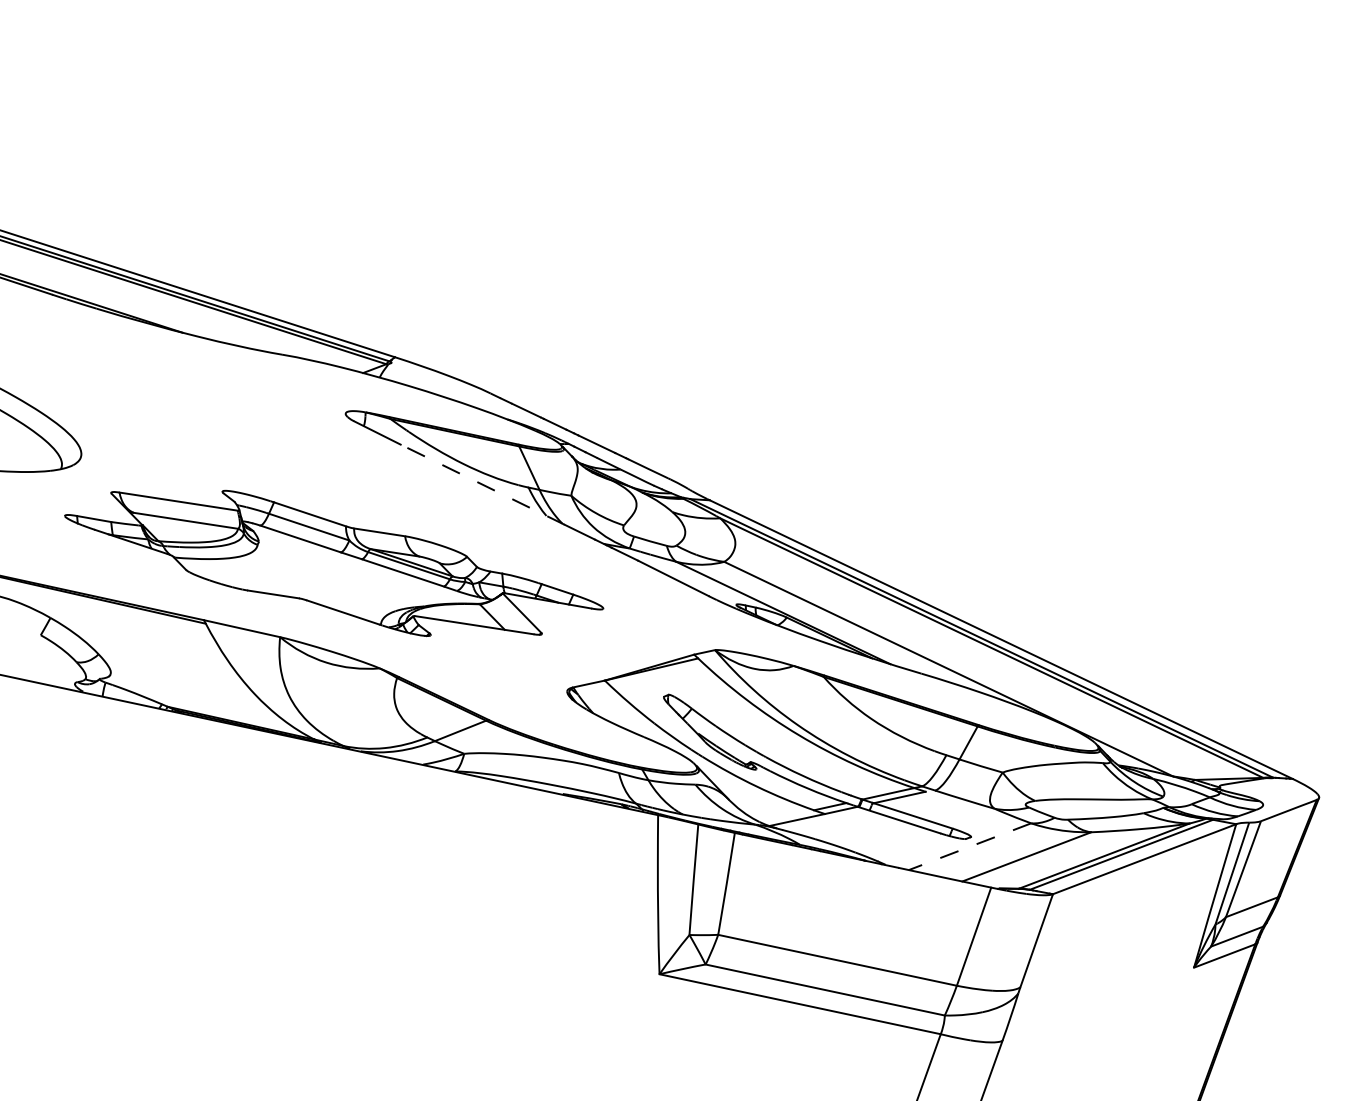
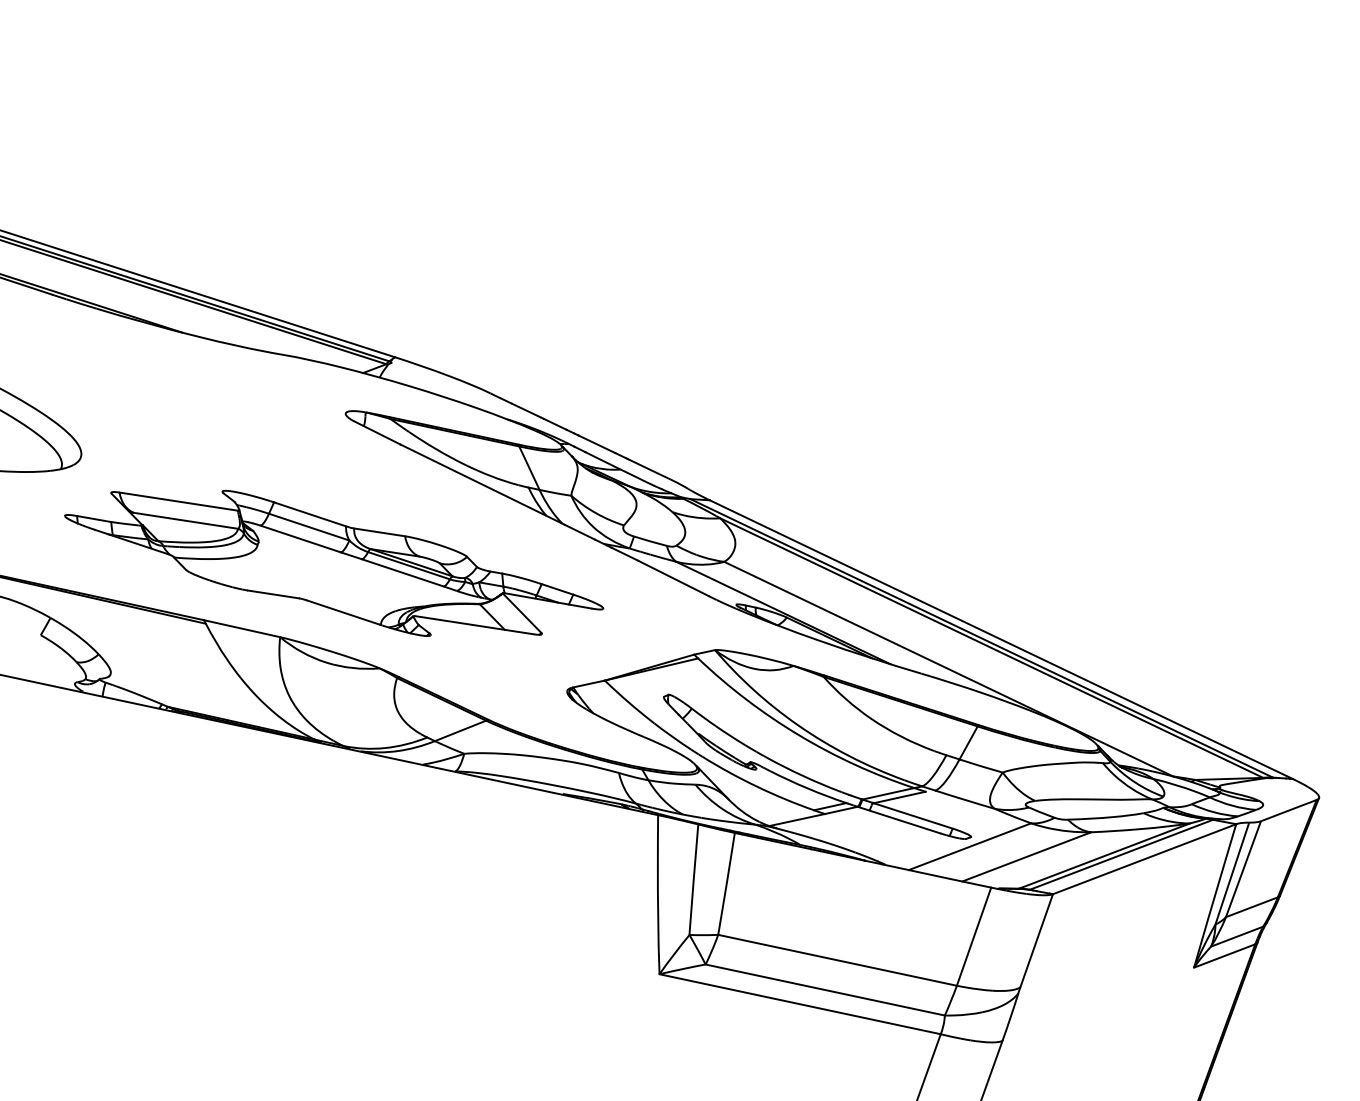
line at (482, 484): dashed -> solid
line at (969, 846): dashed -> solid
